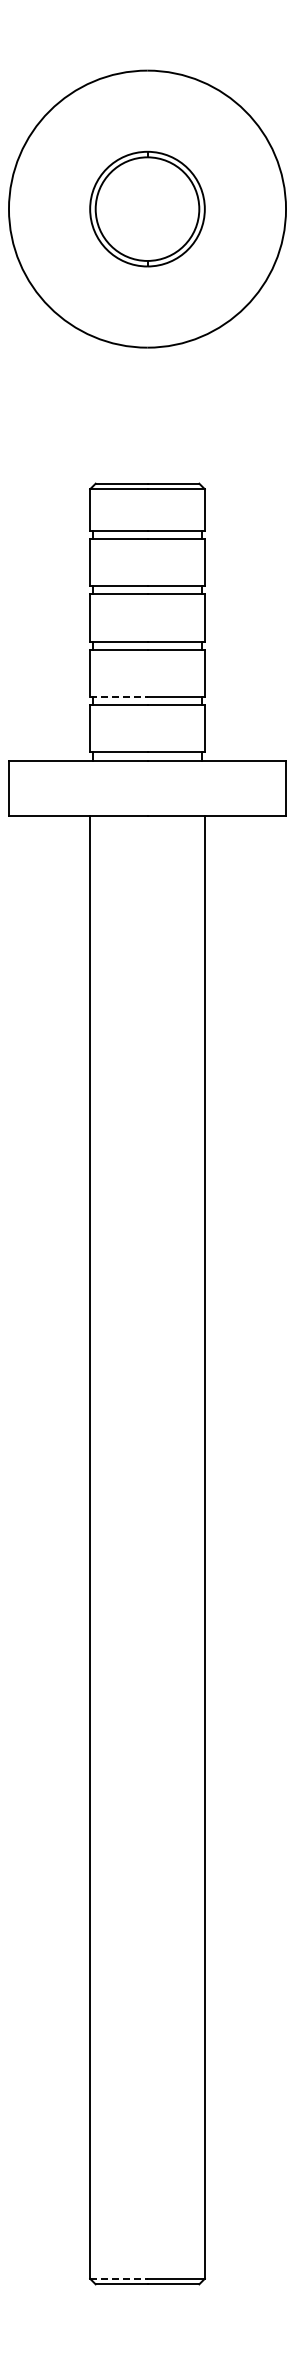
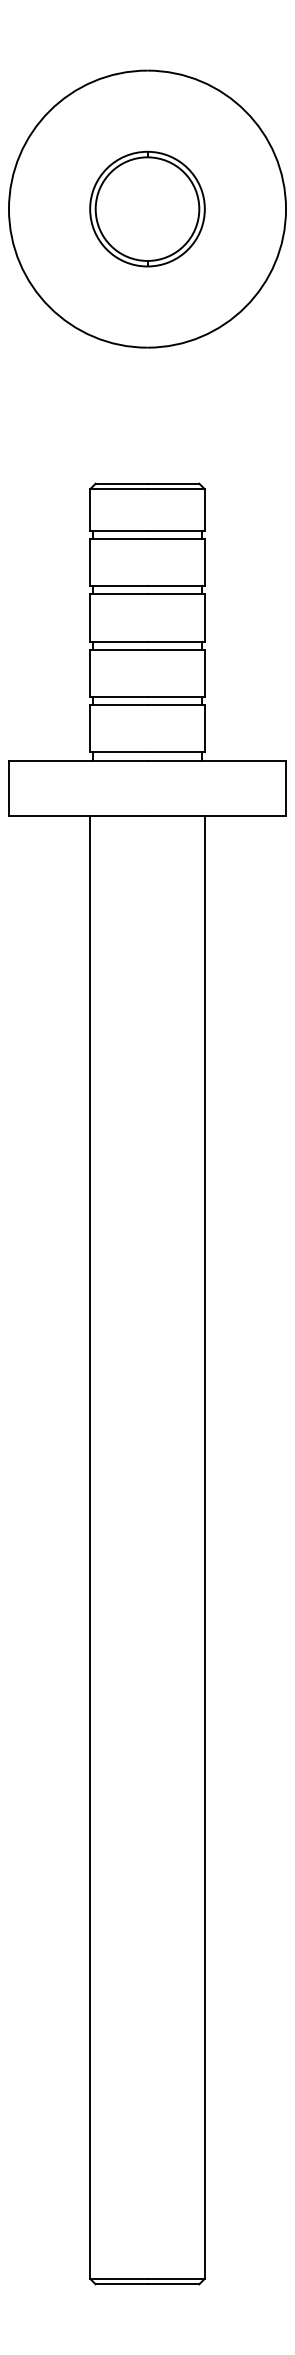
line at (118, 697): dashed -> solid
line at (118, 2278): dashed -> solid
